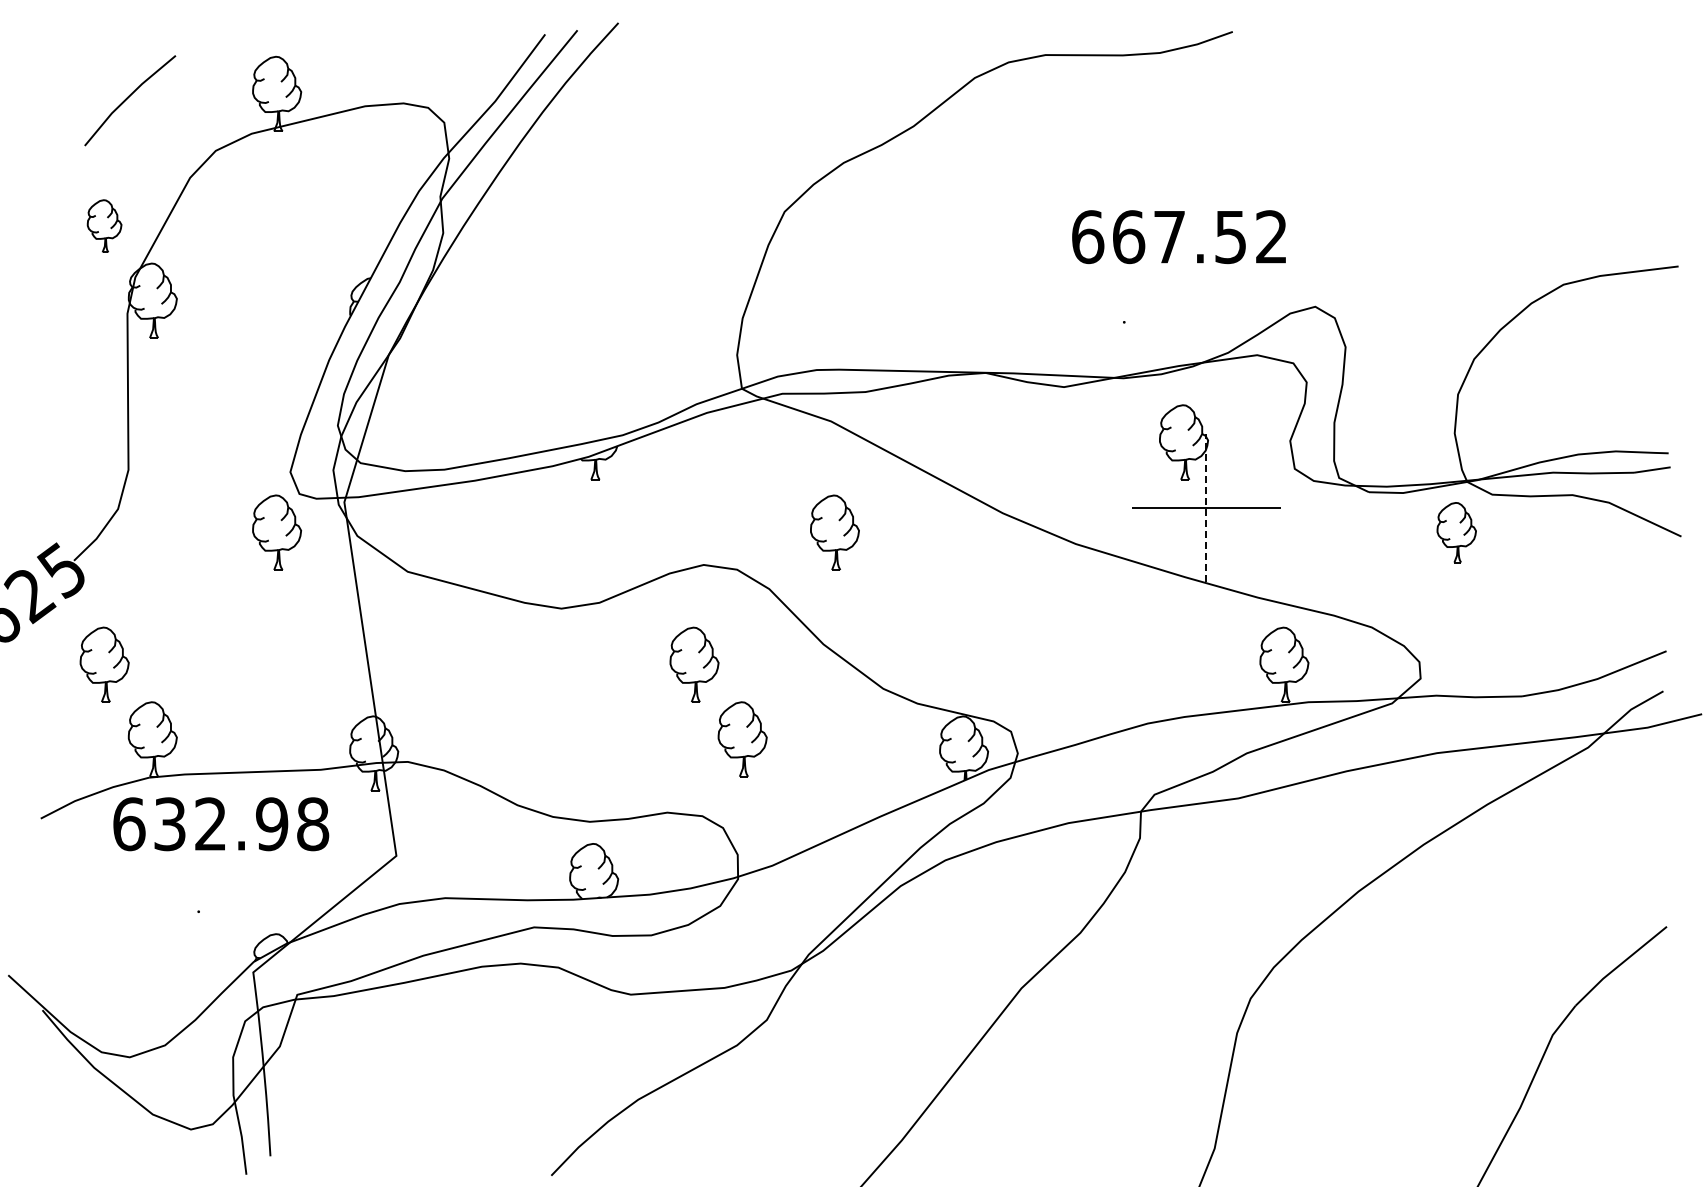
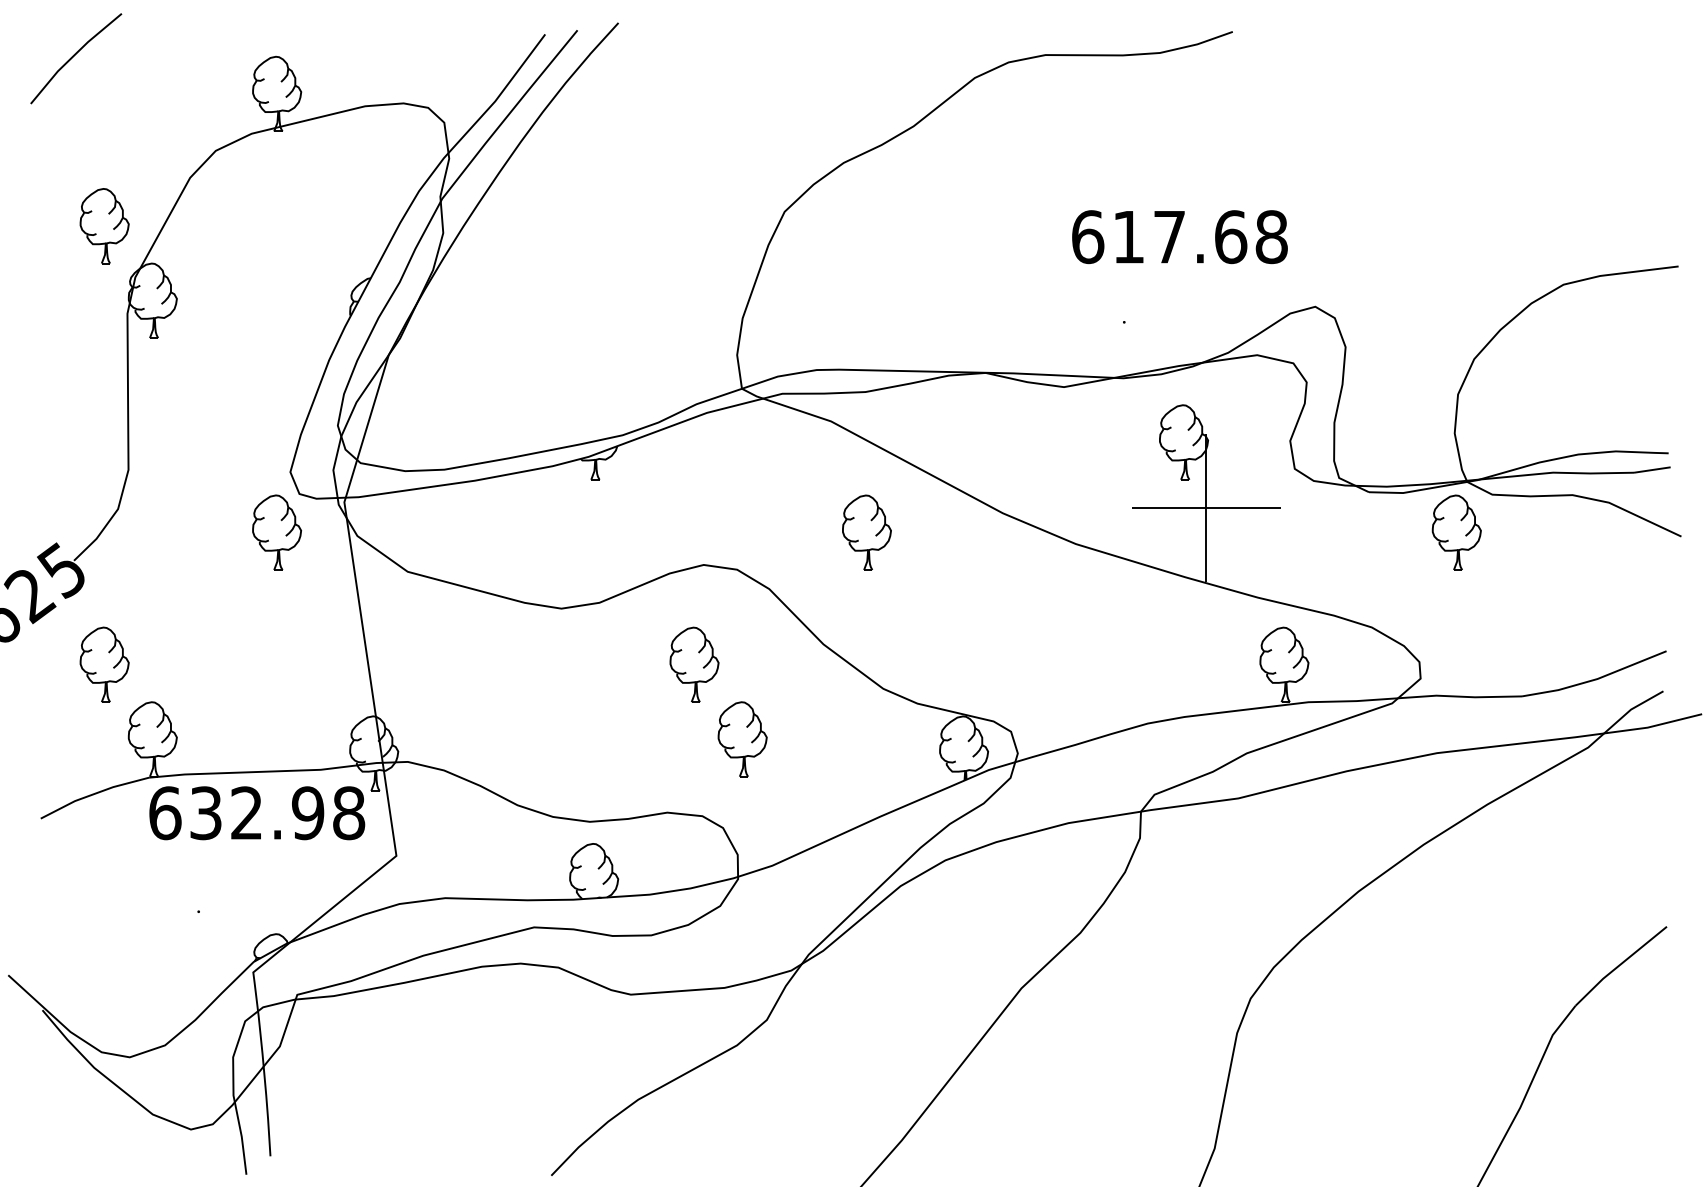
line at (128, 98) position: (128, 98) -> (74, 56)
part at (104, 225) size: 37x54 px -> 51x77 px
text at (1200, 237): 667.52 -> 617.68
line at (1206, 507): dashed -> solid
part at (834, 532) position: (834, 532) -> (866, 532)
part at (1456, 532) size: 41x62 px -> 51x77 px
text at (221, 824) position: (221, 824) -> (257, 813)
